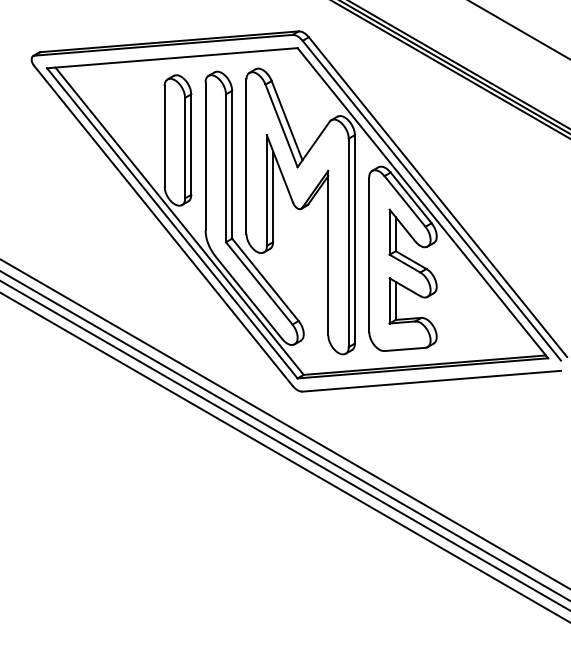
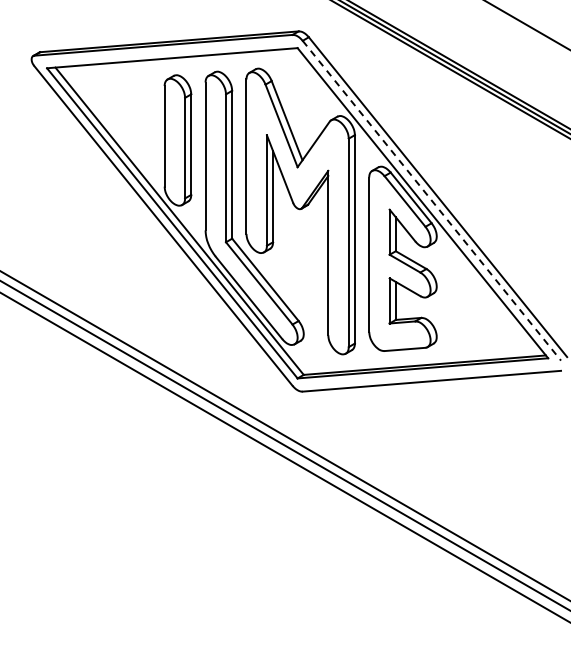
line at (519, 29) position: (519, 29) -> (527, 25)
line at (431, 200): solid -> dashed
line at (284, 423): present -> none
